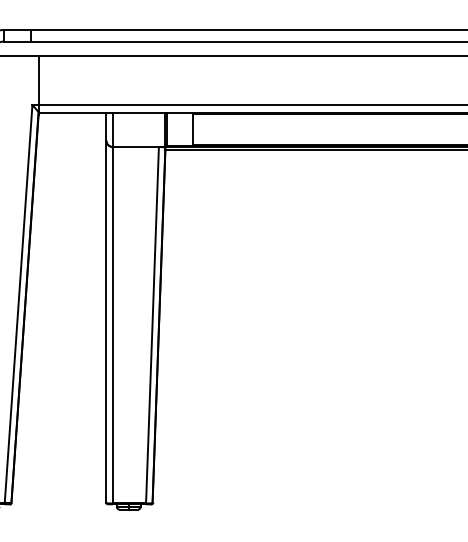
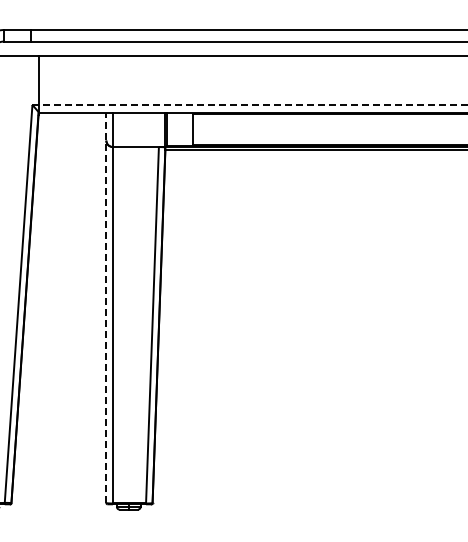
line at (250, 105): solid -> dashed
line at (106, 307): solid -> dashed
